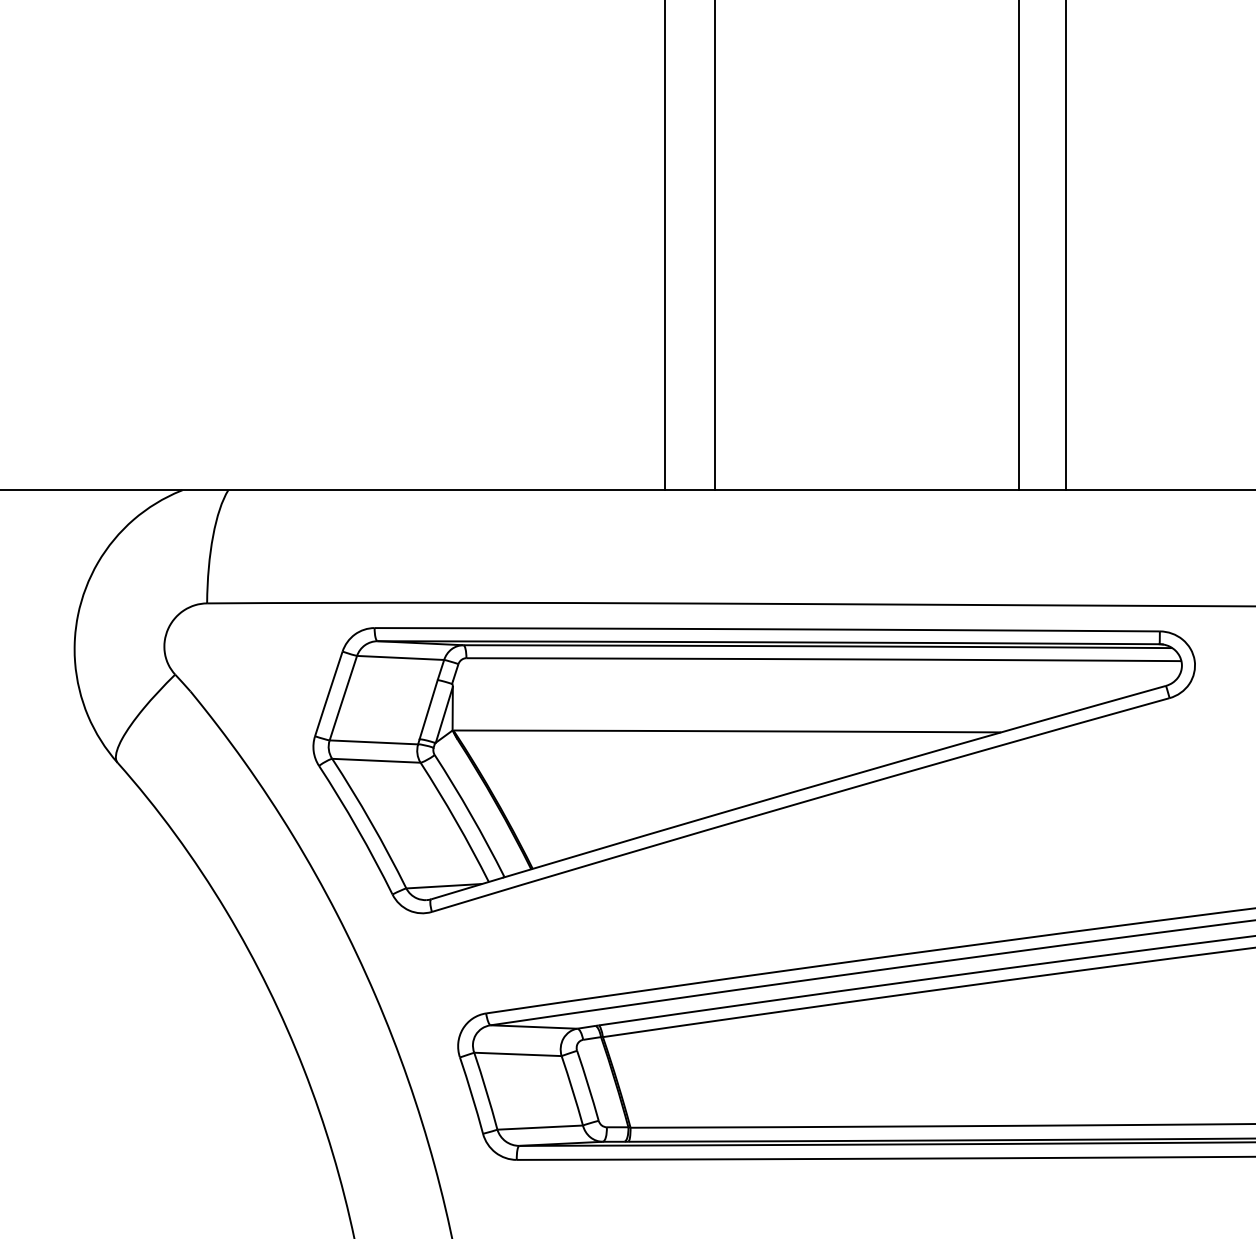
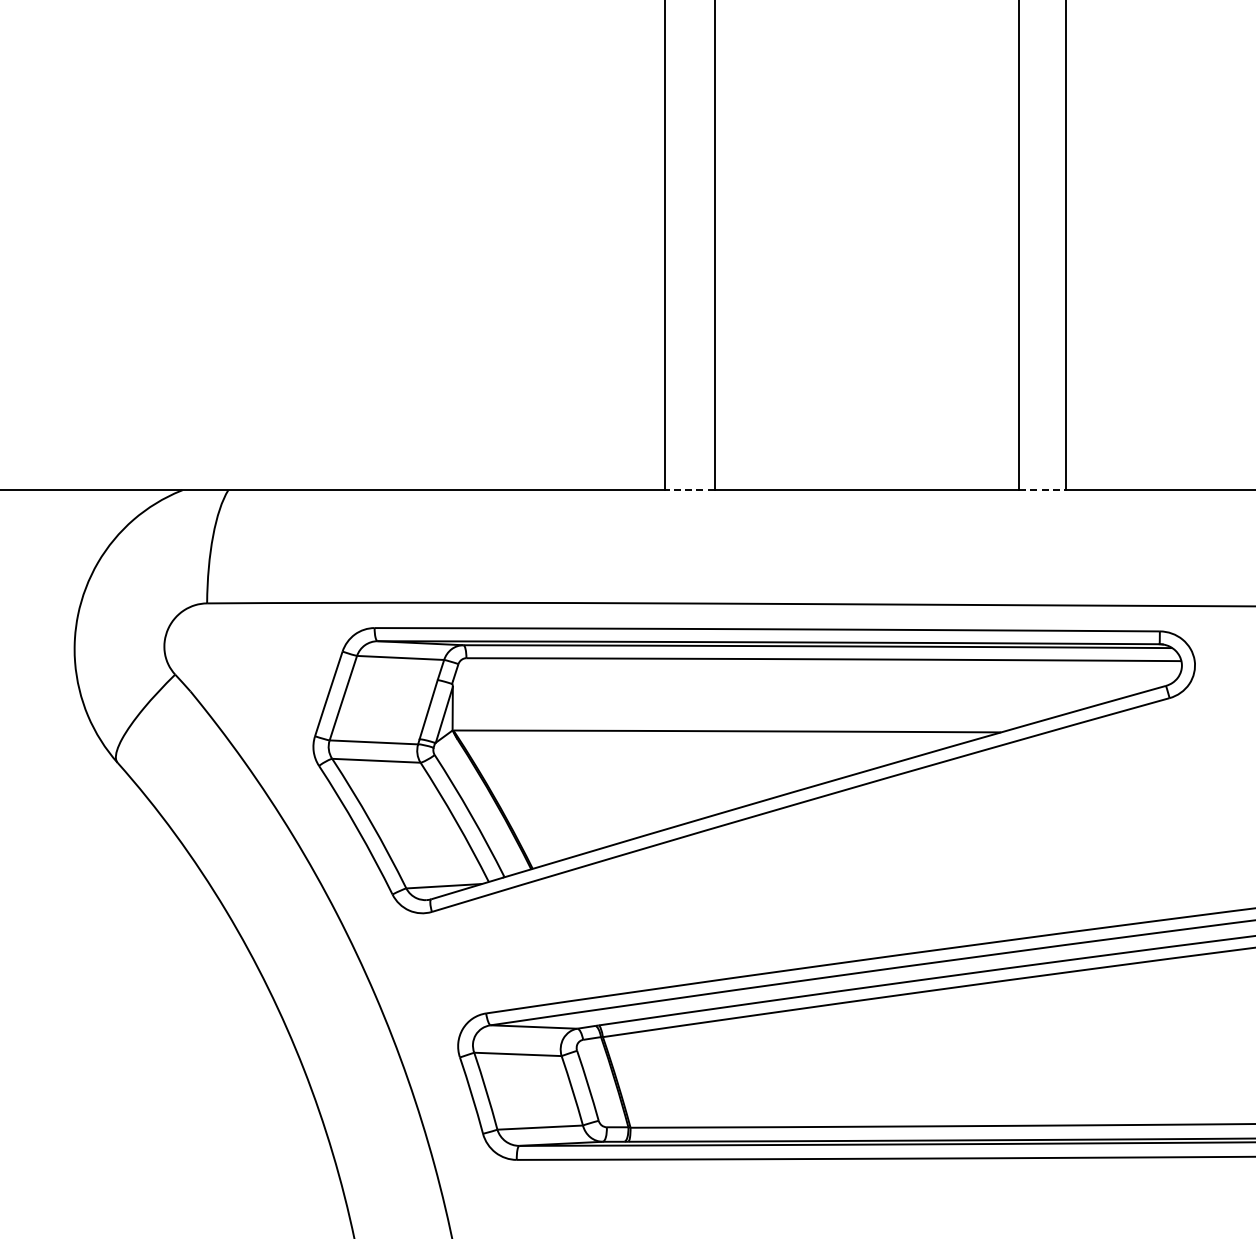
line at (689, 490): solid -> dashed
line at (1042, 490): solid -> dashed
